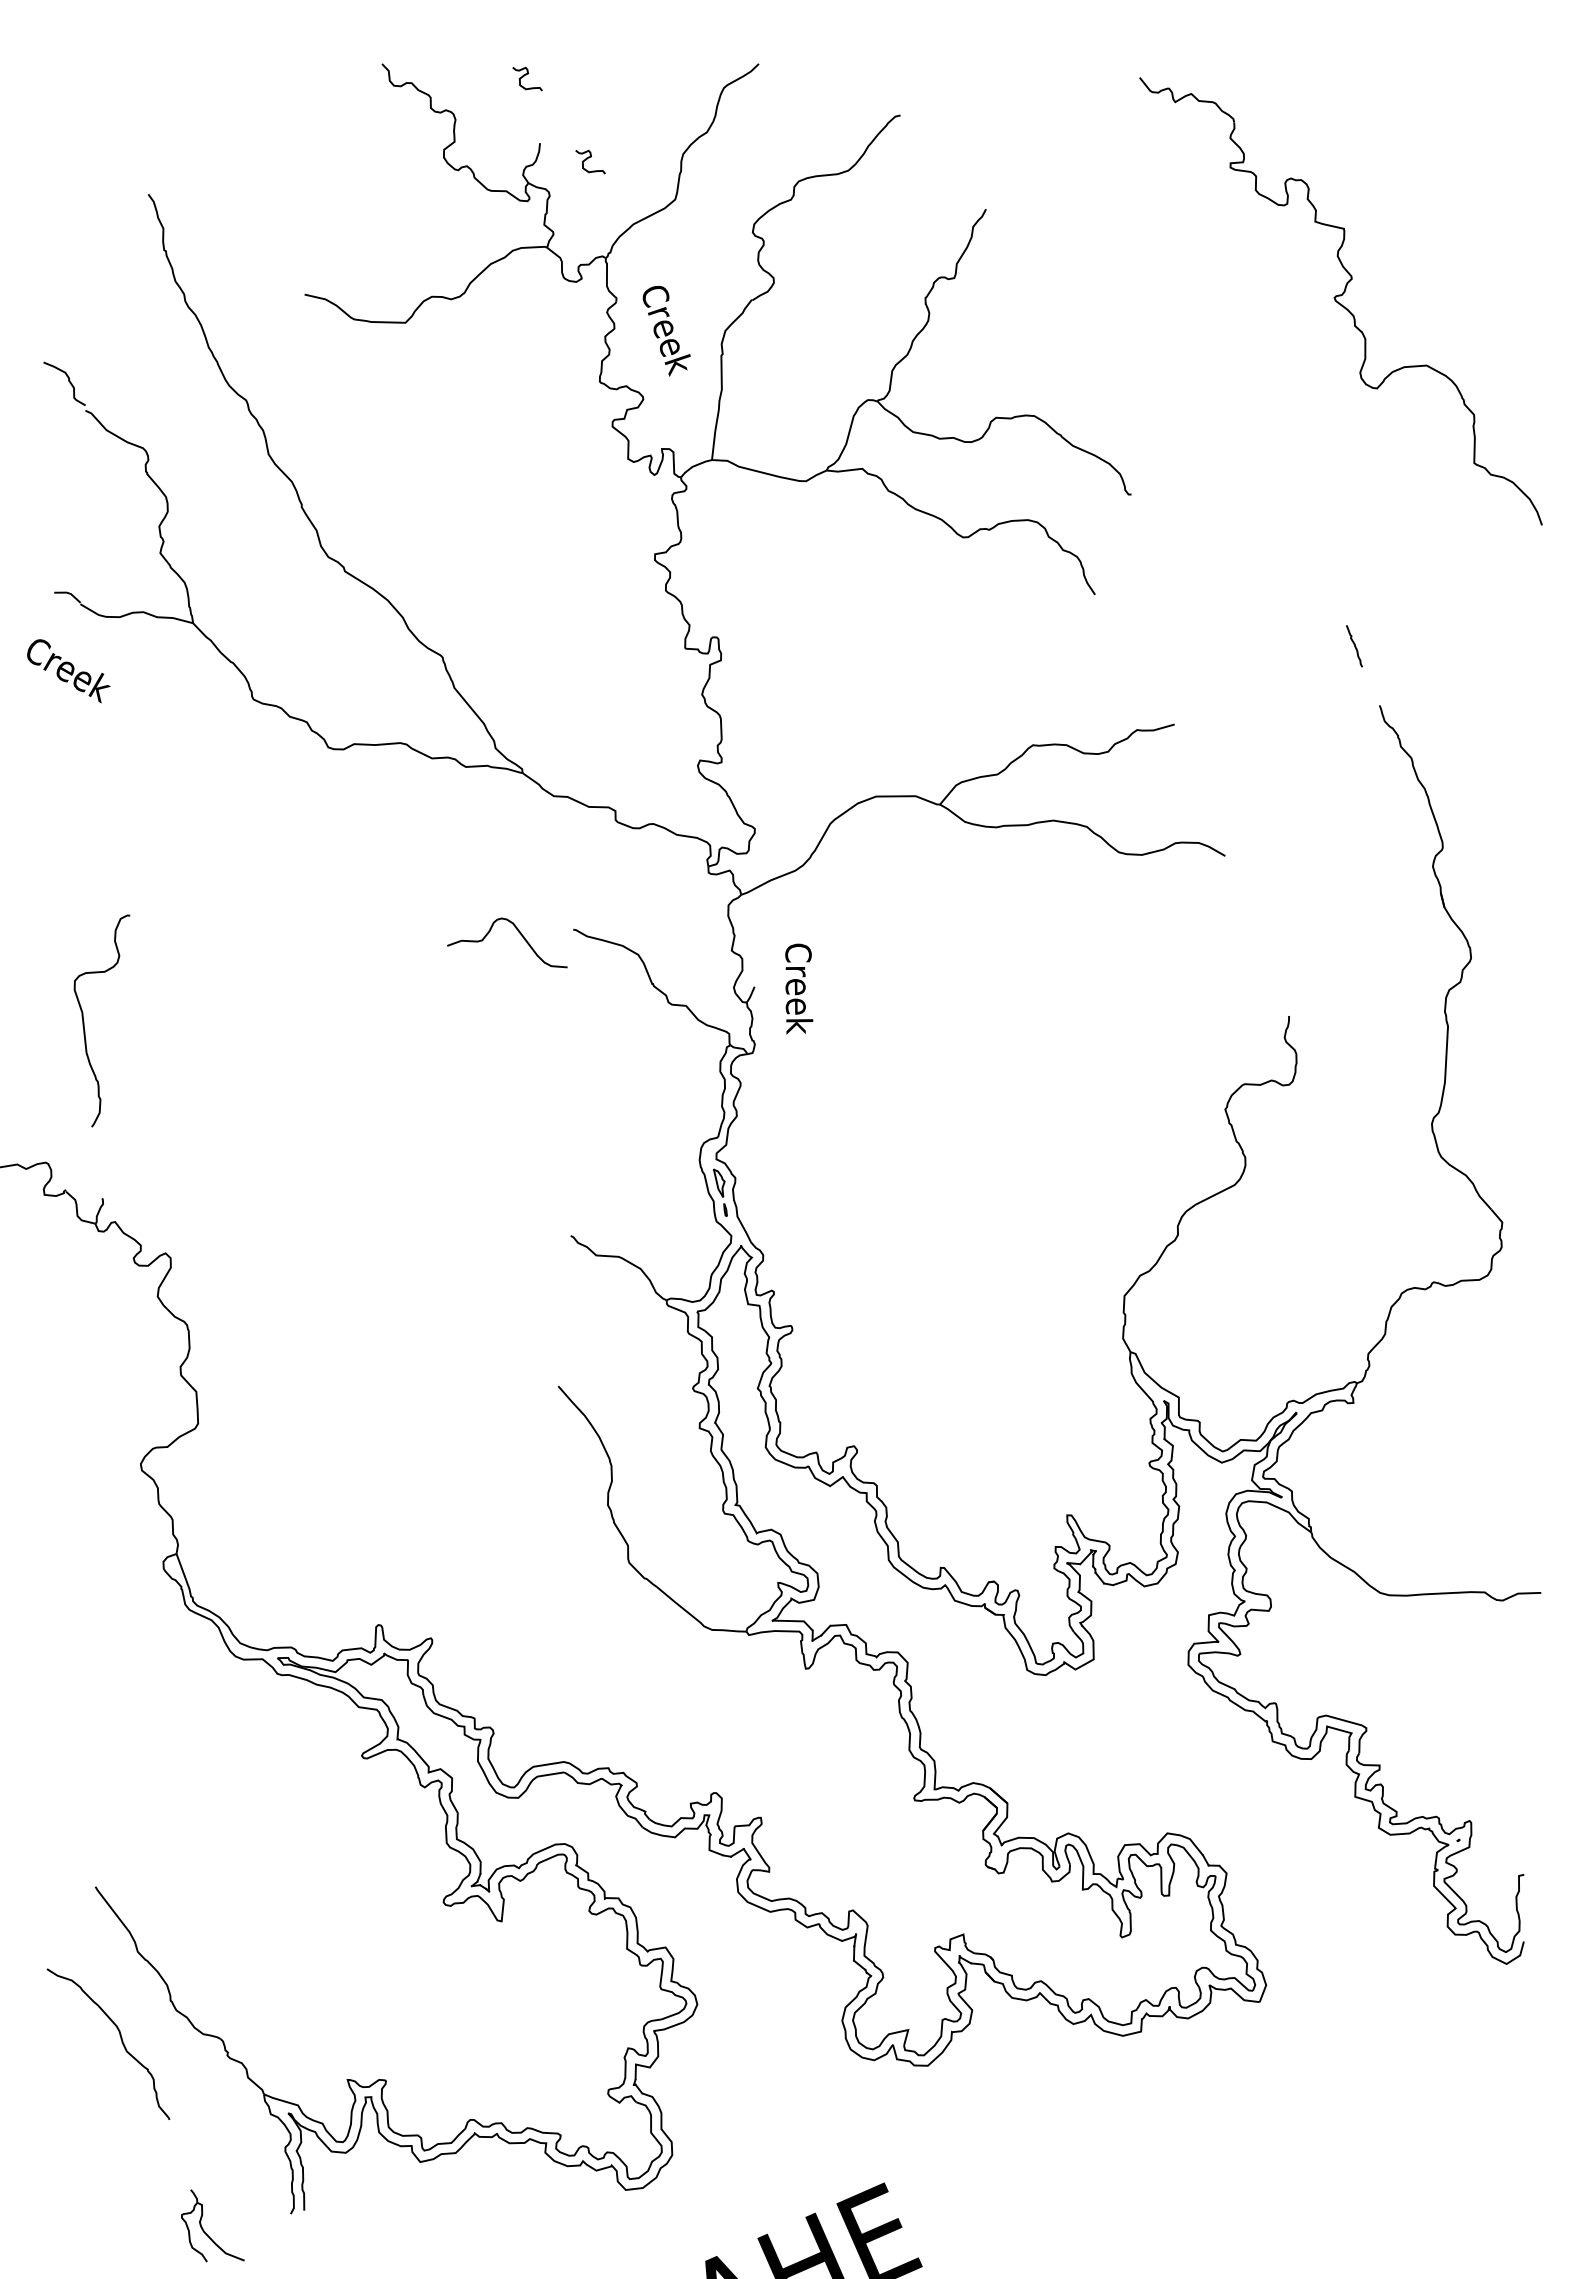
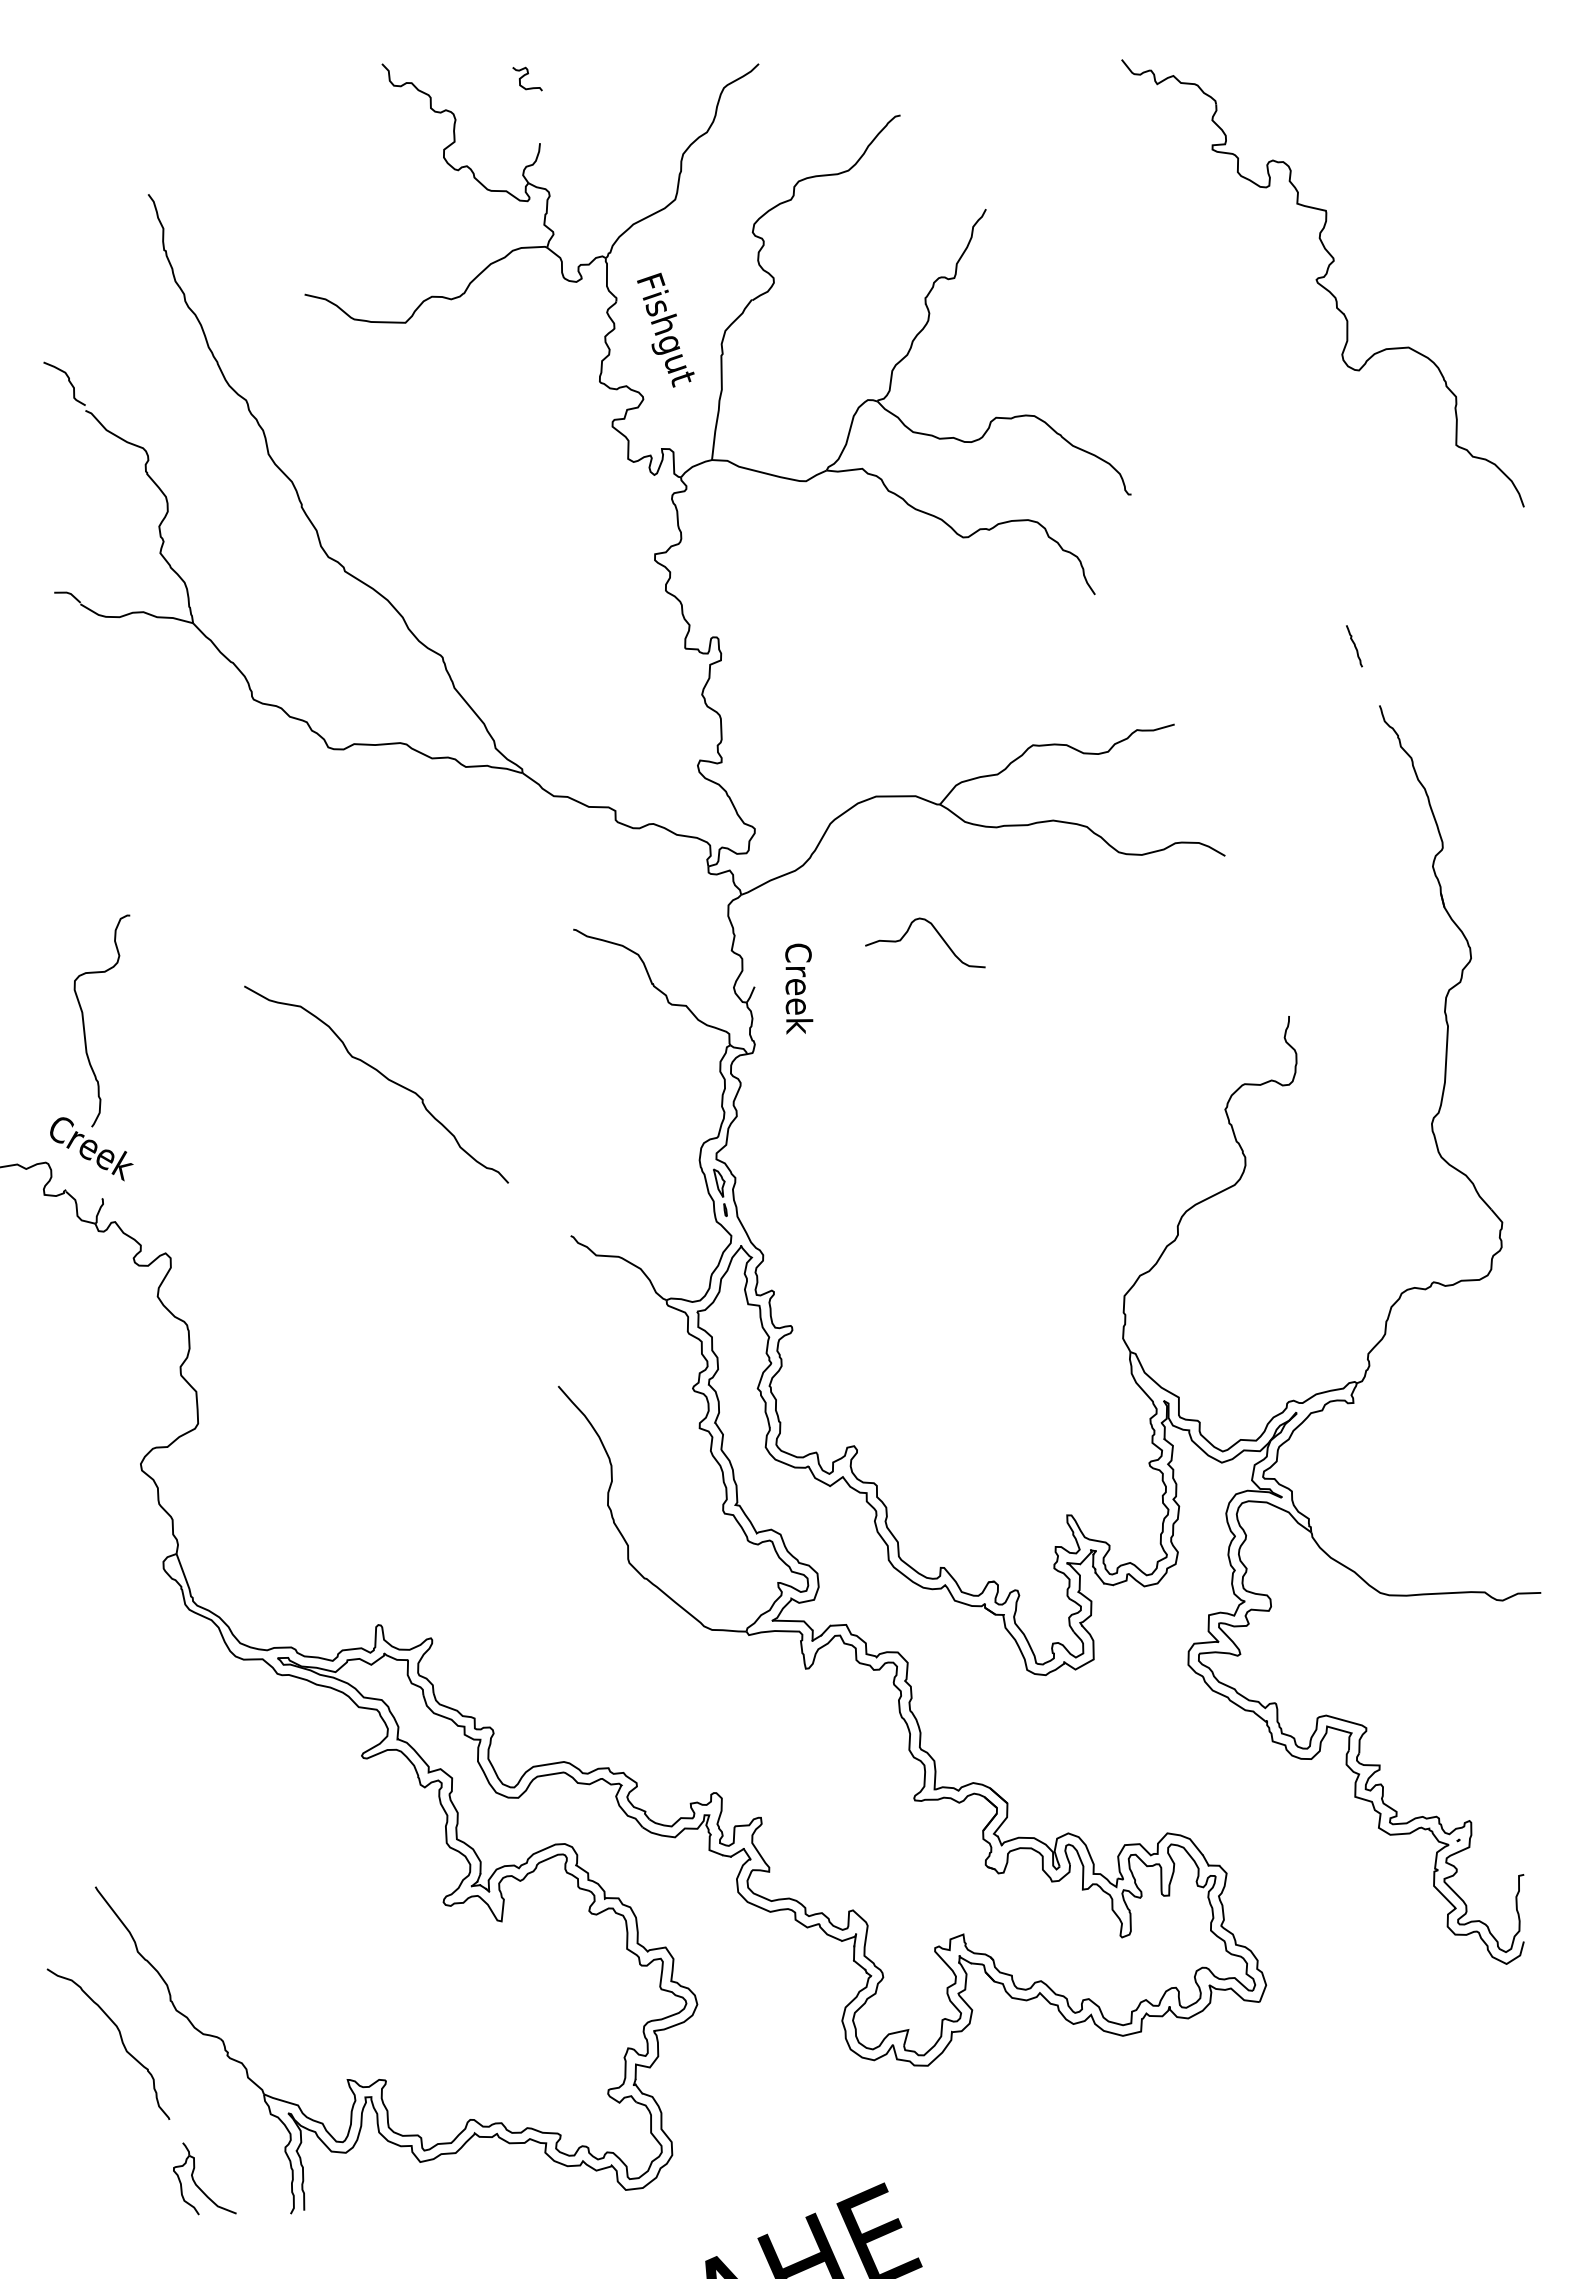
curve at (589, 158): present -> none
part at (1340, 301) position: (1340, 301) -> (1322, 283)
text at (665, 329): Creek -> Fishgut
text at (68, 671) position: (68, 671) -> (91, 1149)
curve at (518, 932) position: (518, 932) -> (936, 932)
curve at (381, 1075): none -> present
part at (205, 2231) position: (205, 2231) -> (197, 2184)
